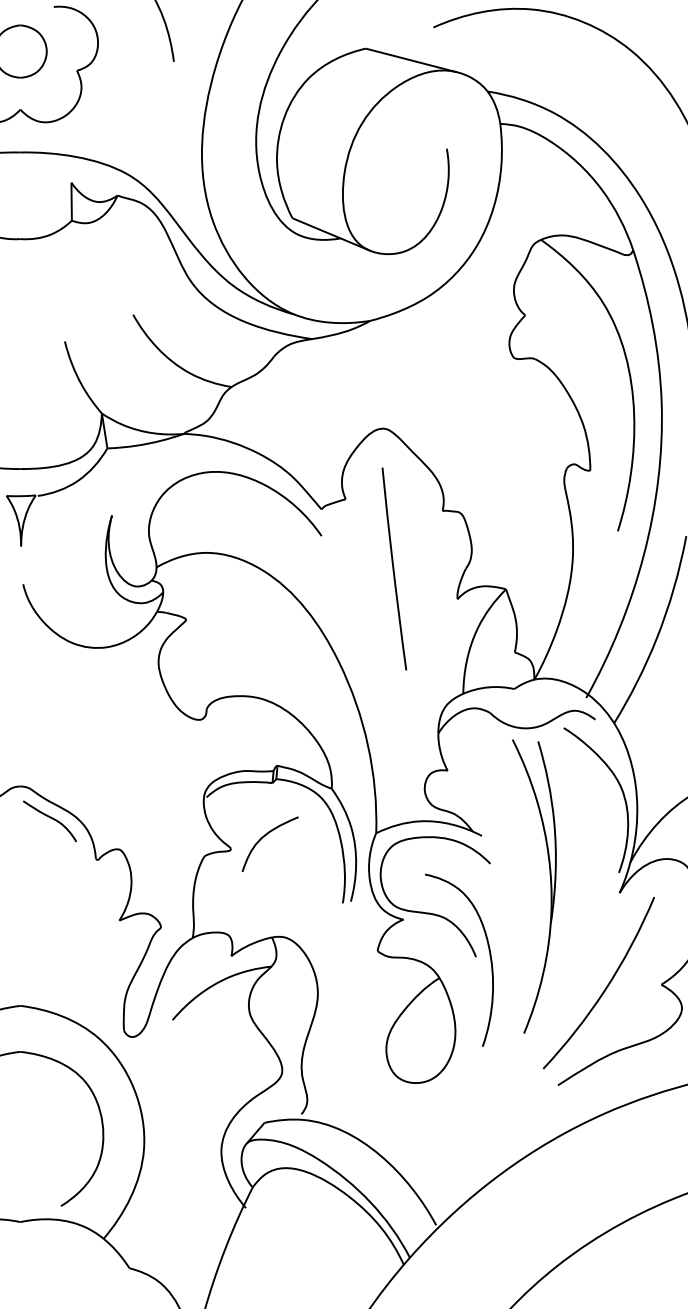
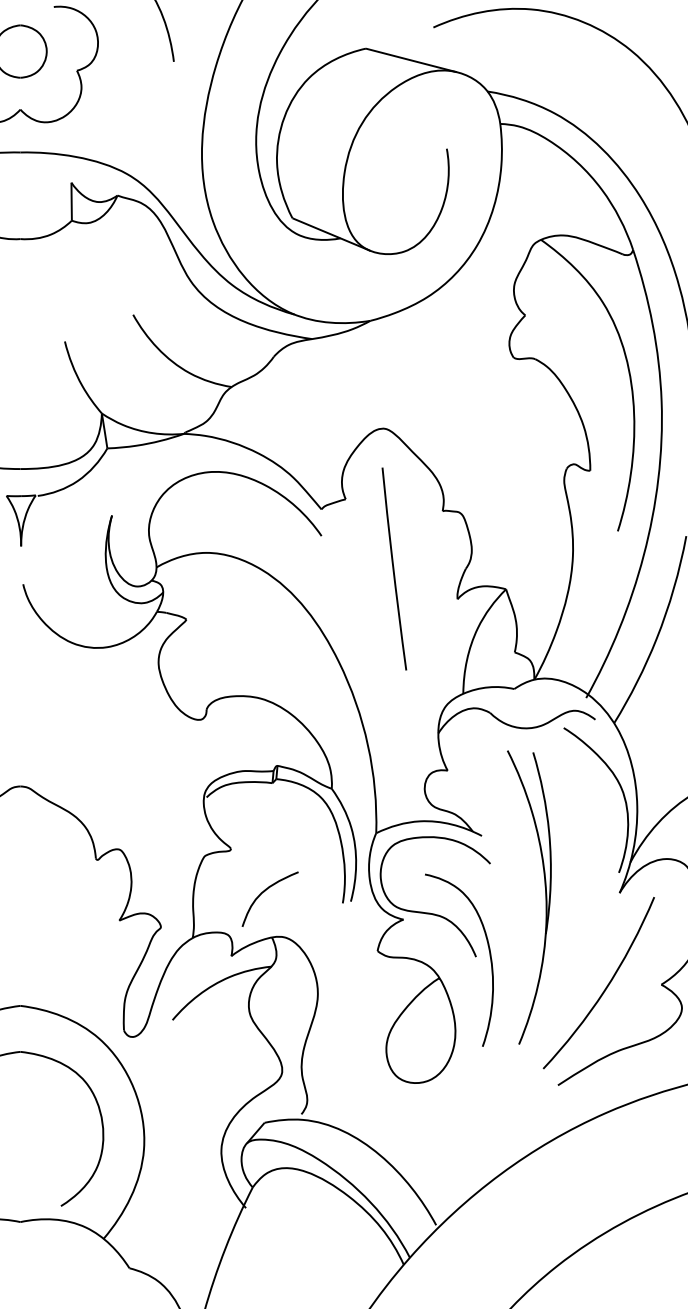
curve at (50, 818): present -> none
curve at (264, 837) position: (264, 837) -> (264, 892)
part at (550, 886) position: (550, 886) -> (545, 897)
